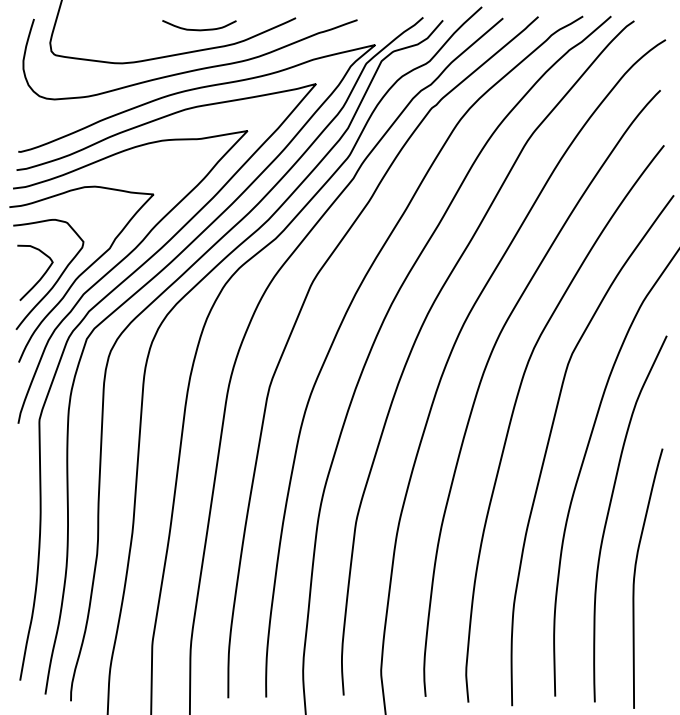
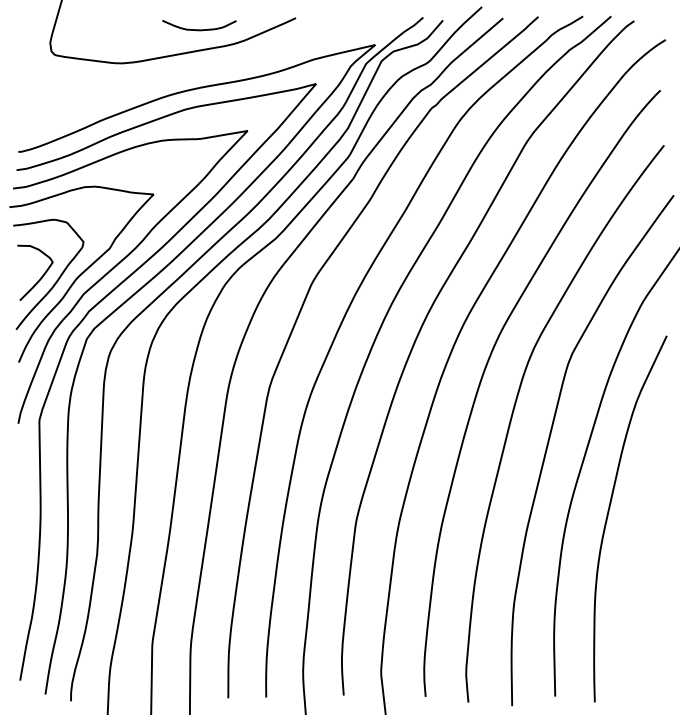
curve at (193, 69): present -> none
curve at (635, 577): present -> none
